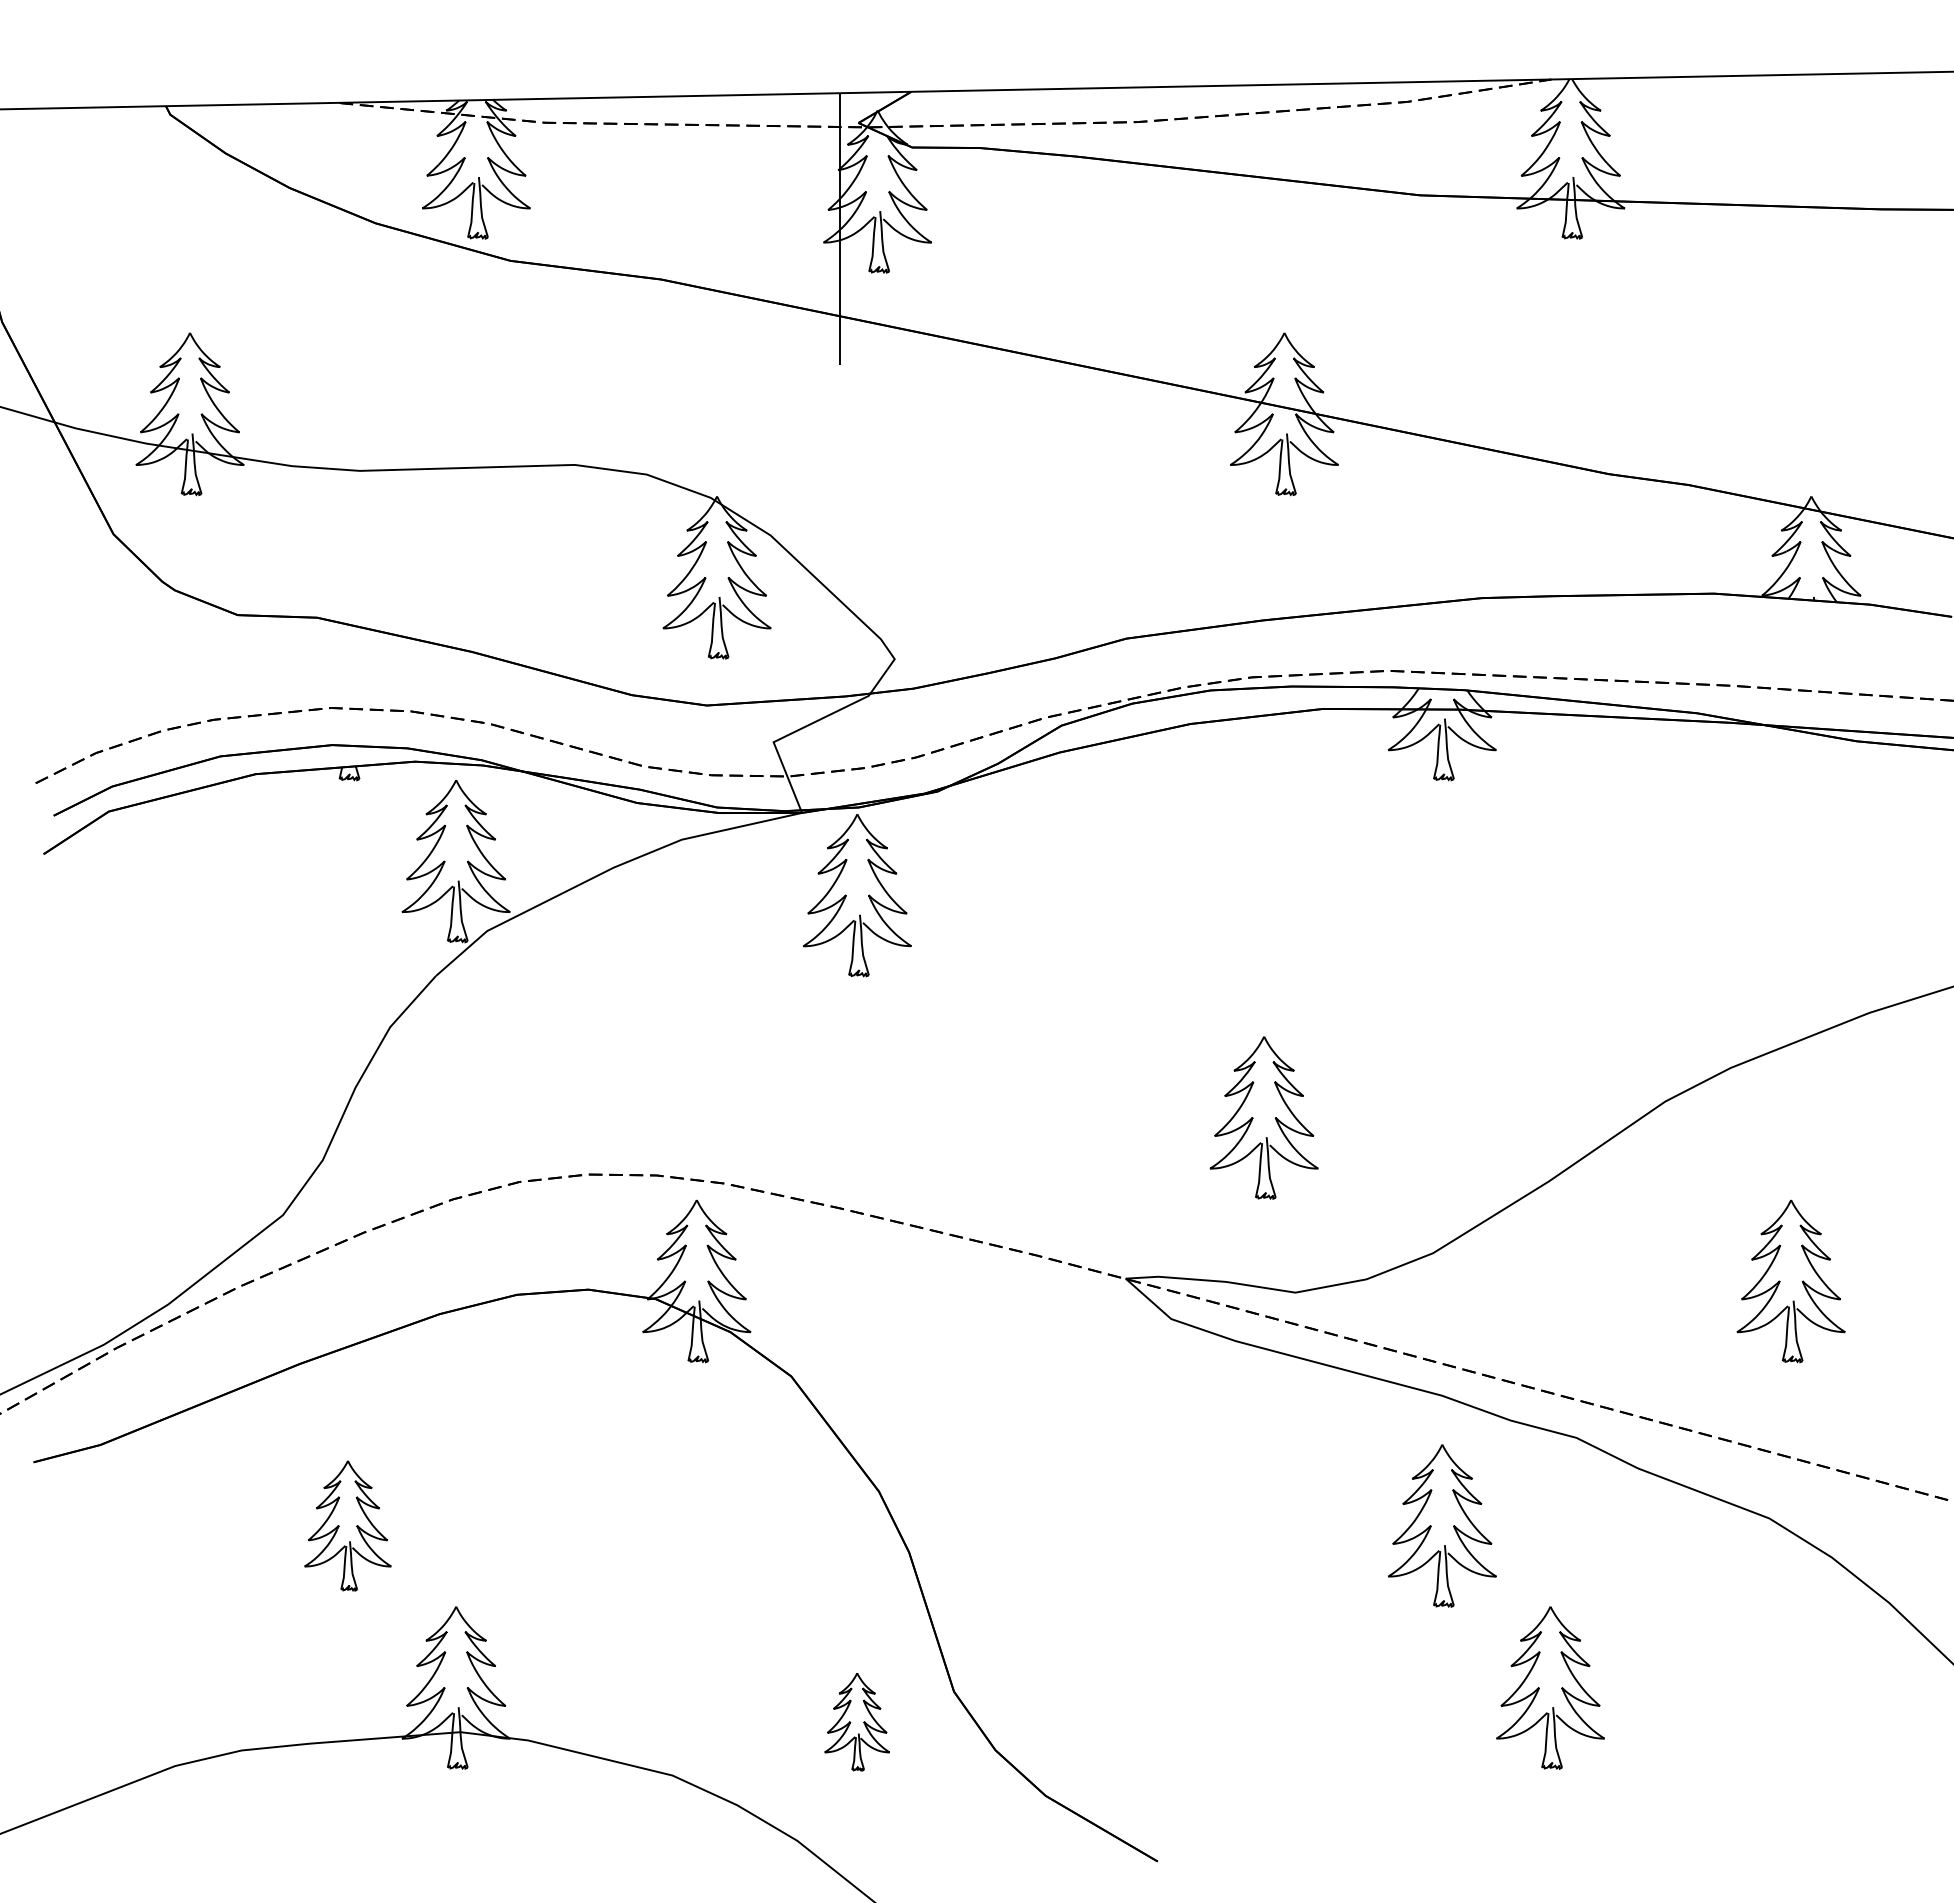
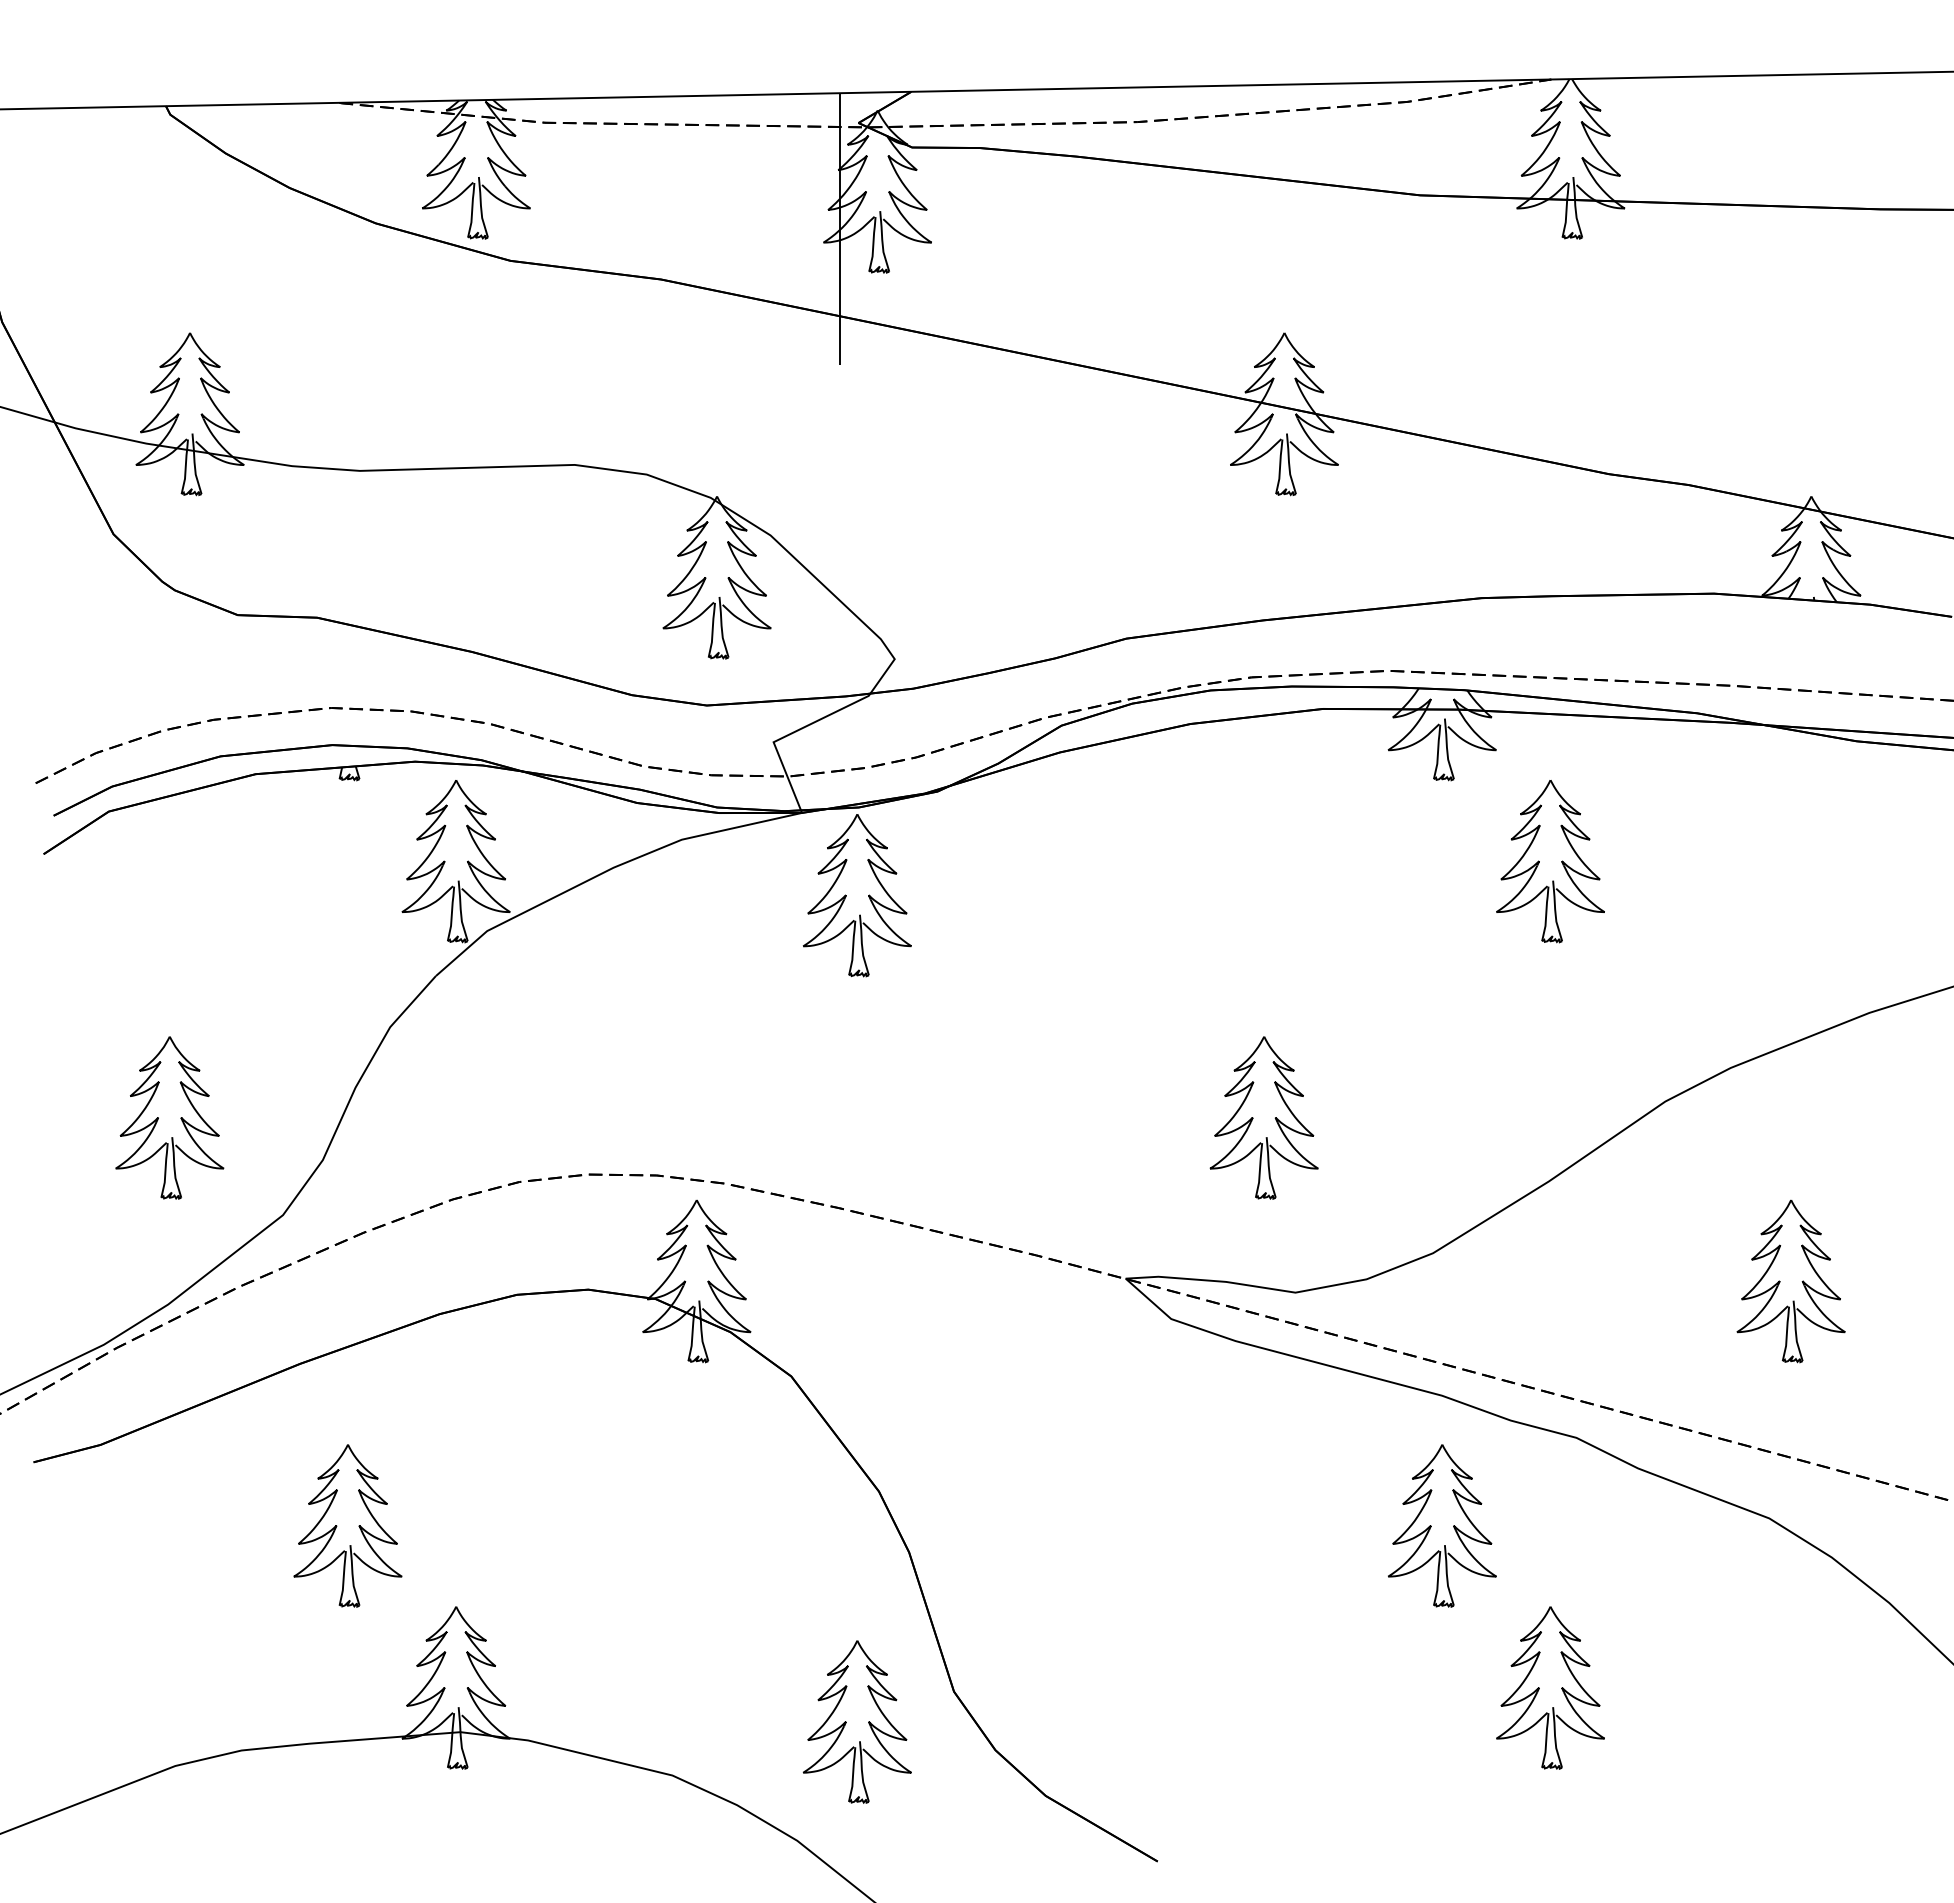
part at (1550, 861): none -> present
part at (169, 1117): none -> present
part at (347, 1525) size: 88x132 px -> 110x164 px
part at (856, 1722) size: 66x99 px -> 110x164 px
